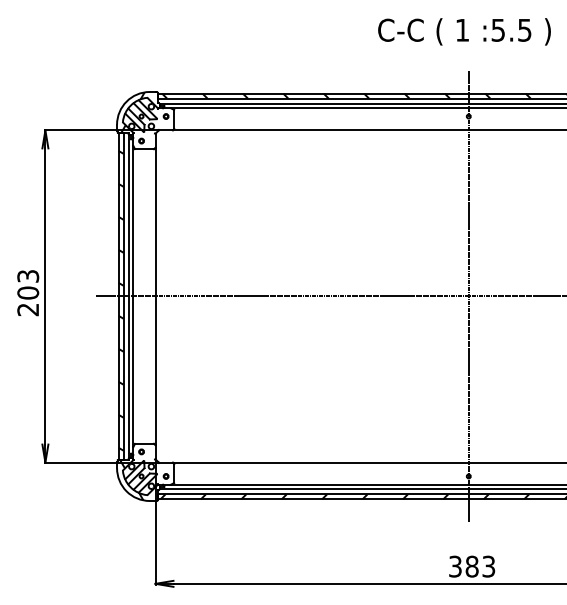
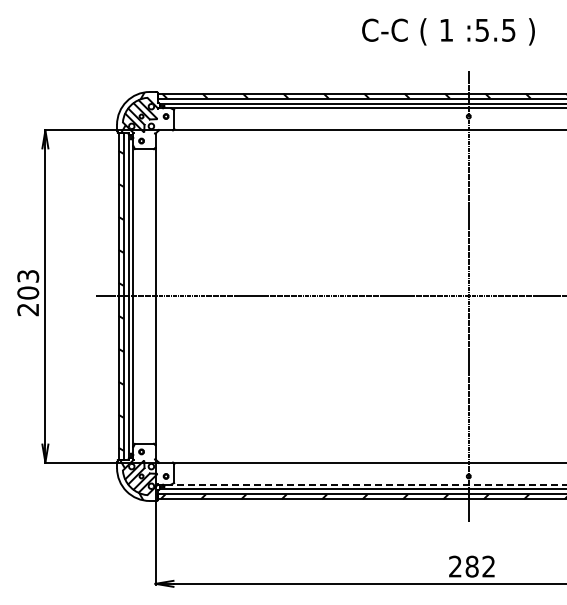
text at (464, 31) position: (464, 31) -> (448, 31)
line at (368, 484): solid -> dashed
text at (472, 566): 383 -> 282
